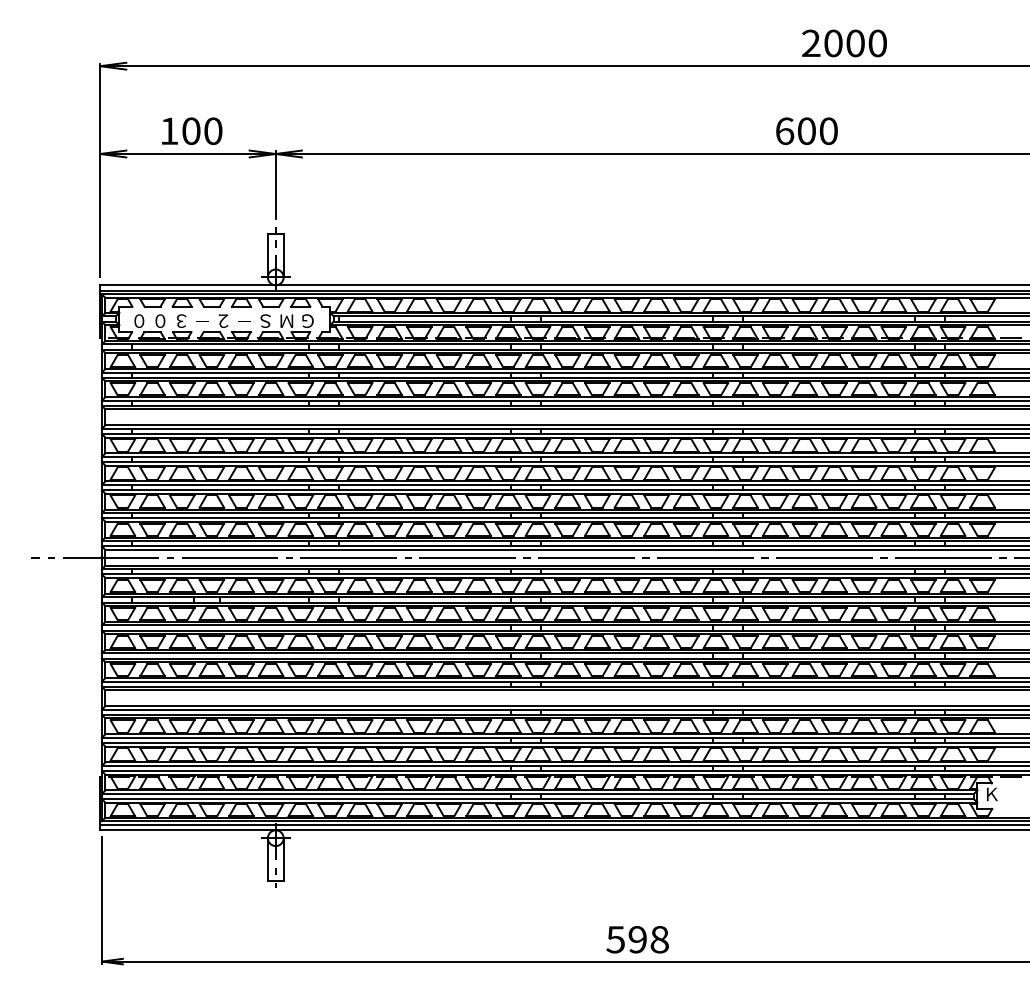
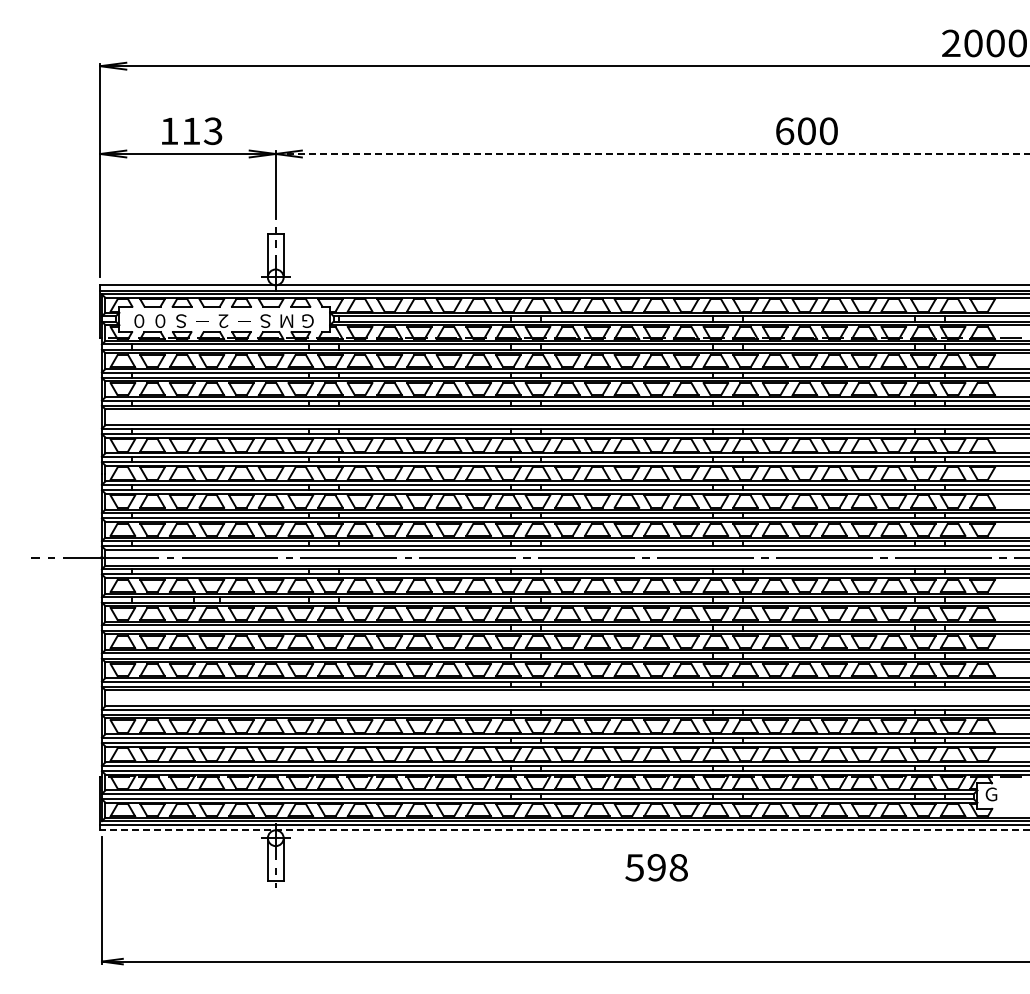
text at (844, 43) position: (844, 43) -> (984, 43)
text at (202, 131): 100 -> 113
line at (652, 154): solid -> dashed
text at (180, 320): ３ -> Ｓ
text at (991, 794): Ｋ -> Ｇ
line at (564, 830): solid -> dashed
text at (637, 939) position: (637, 939) -> (656, 867)
